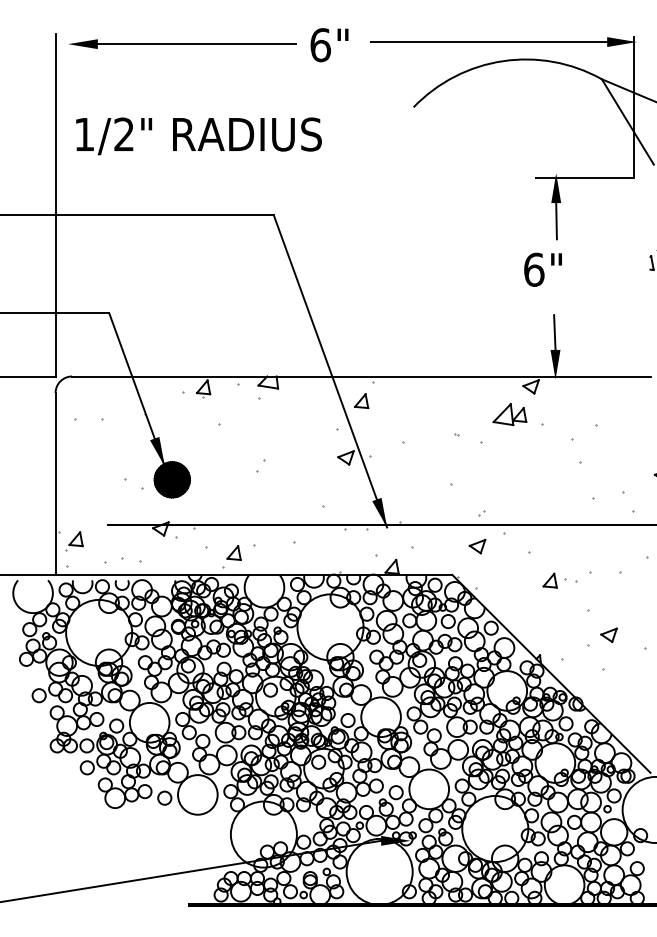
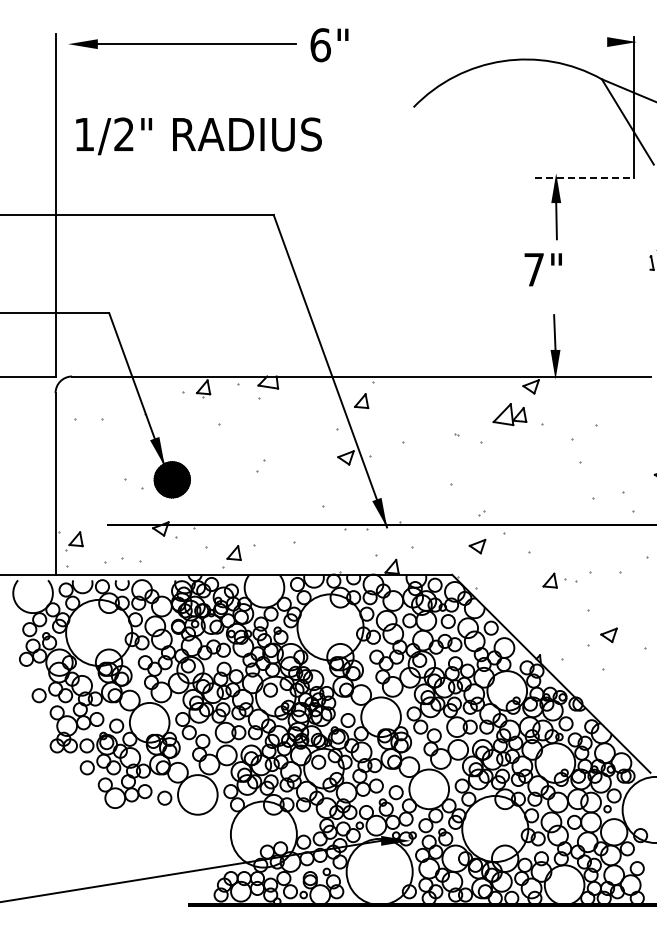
line at (489, 42): present -> none
line at (584, 178): solid -> dashed
text at (534, 269): 6" -> 7"
